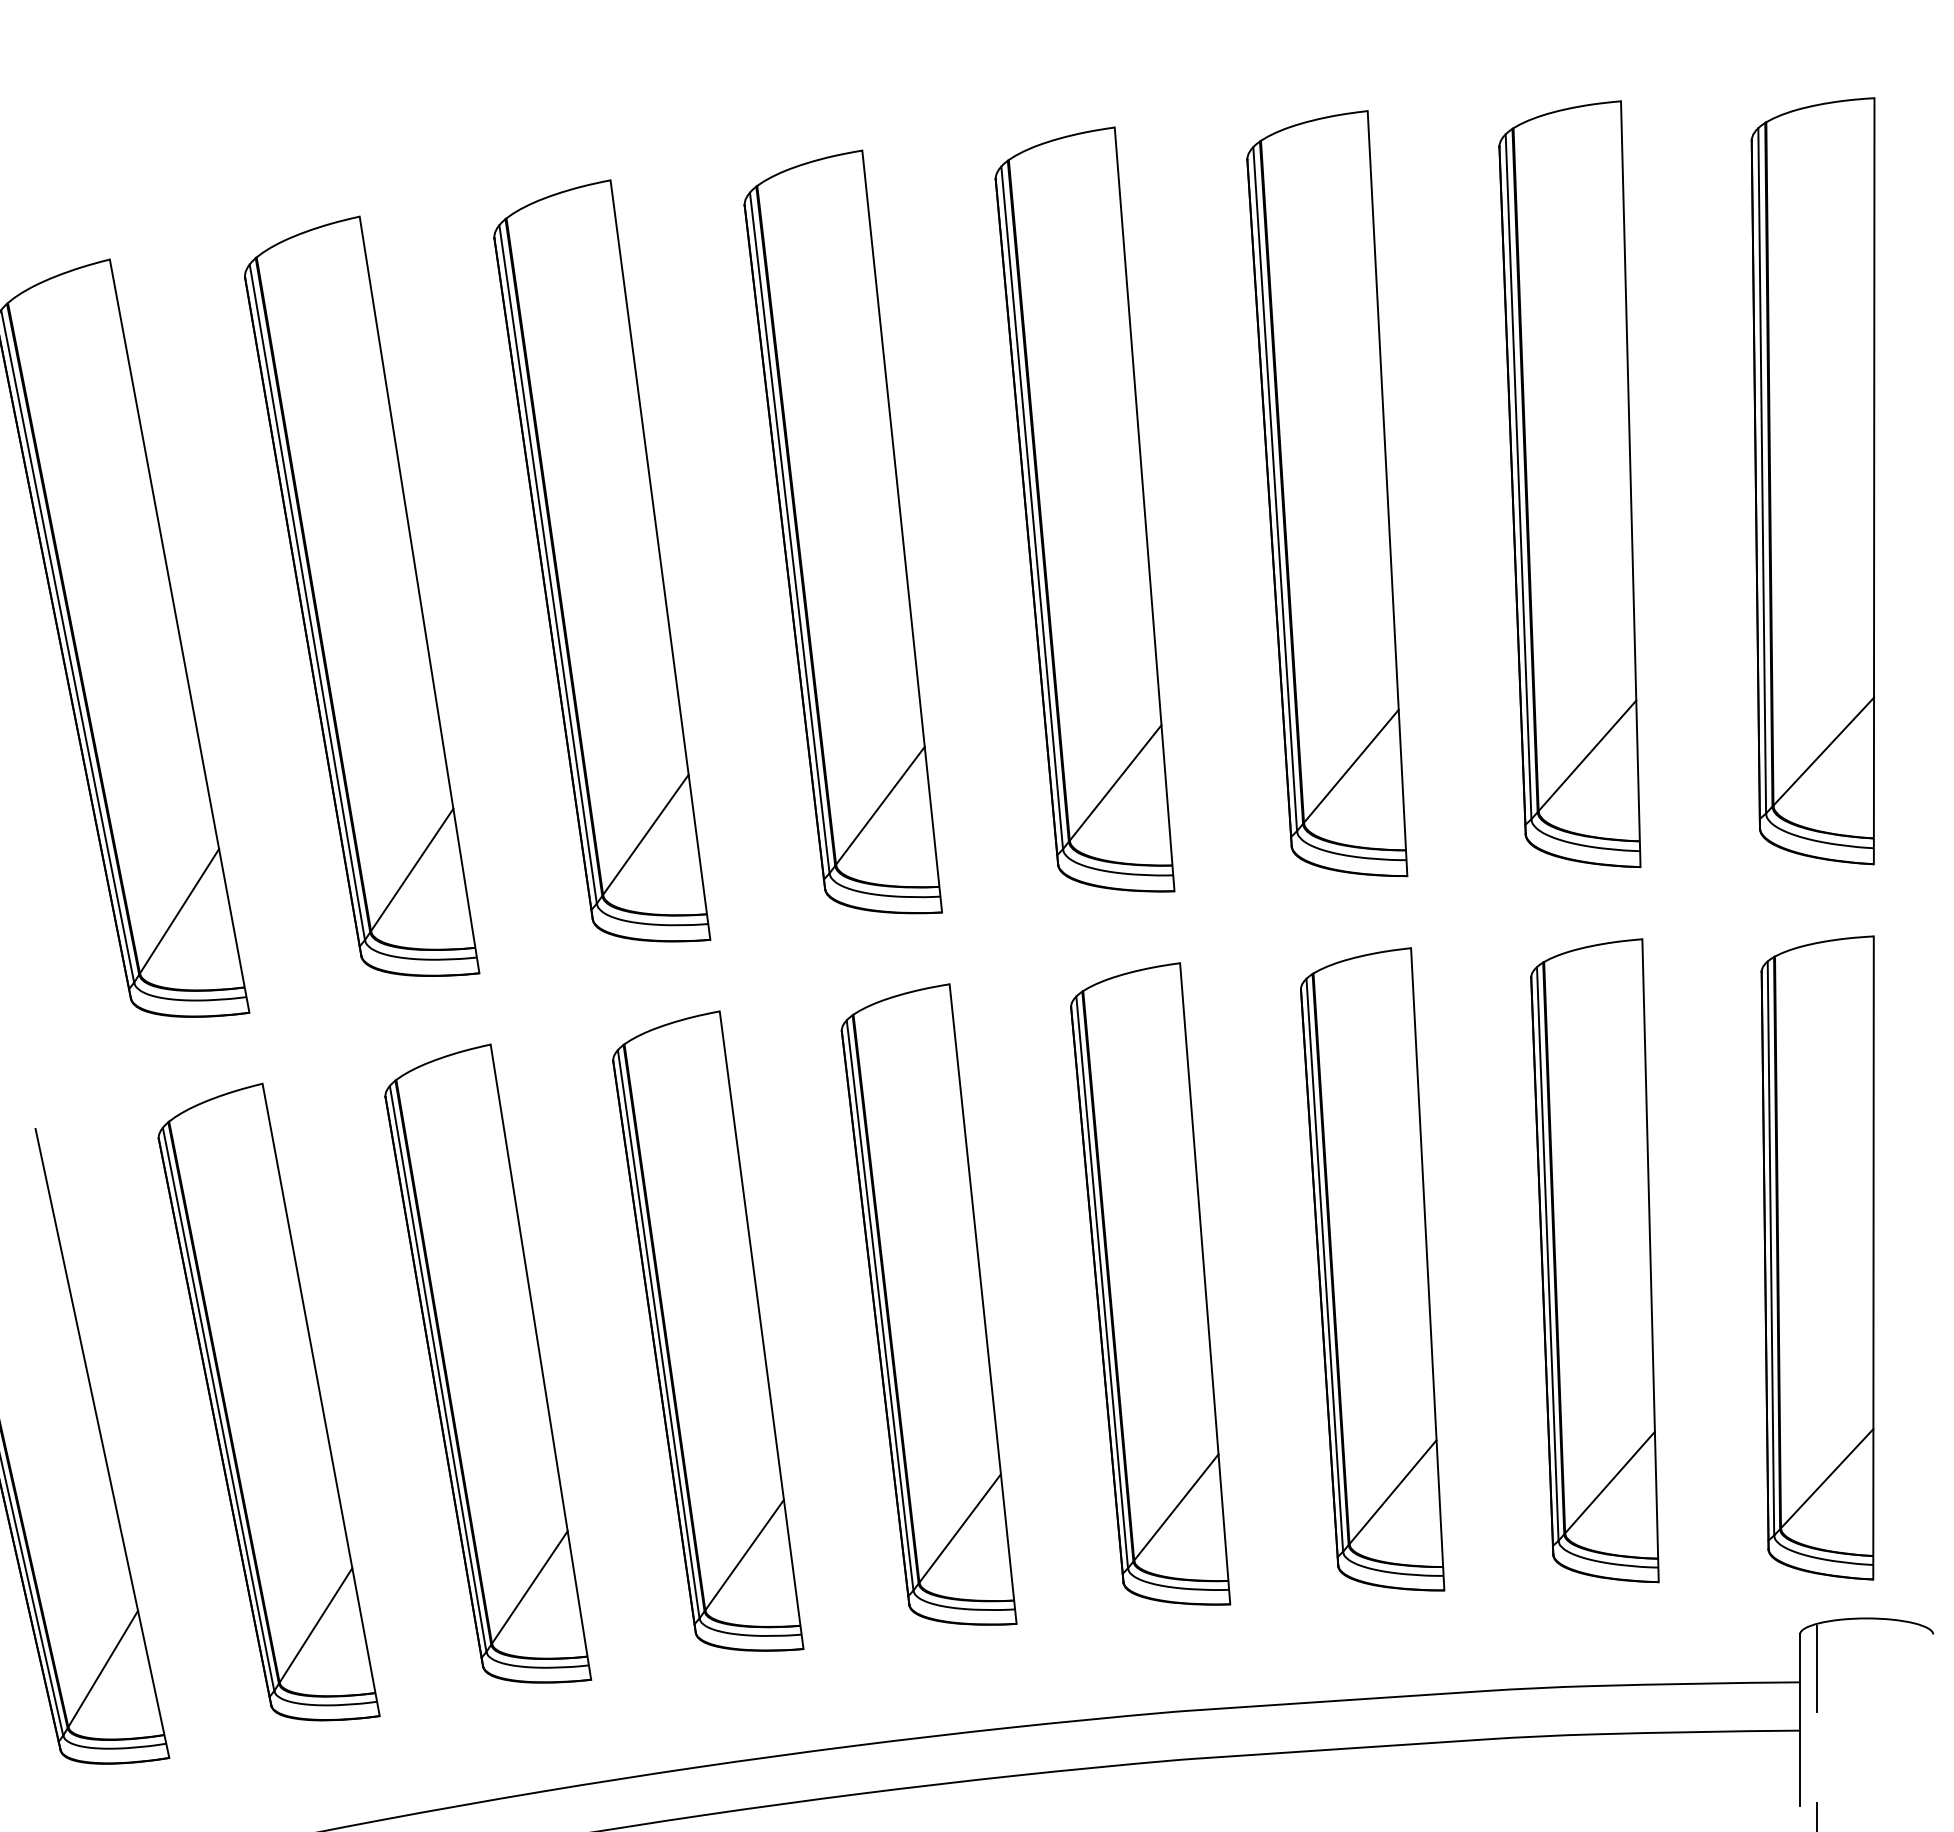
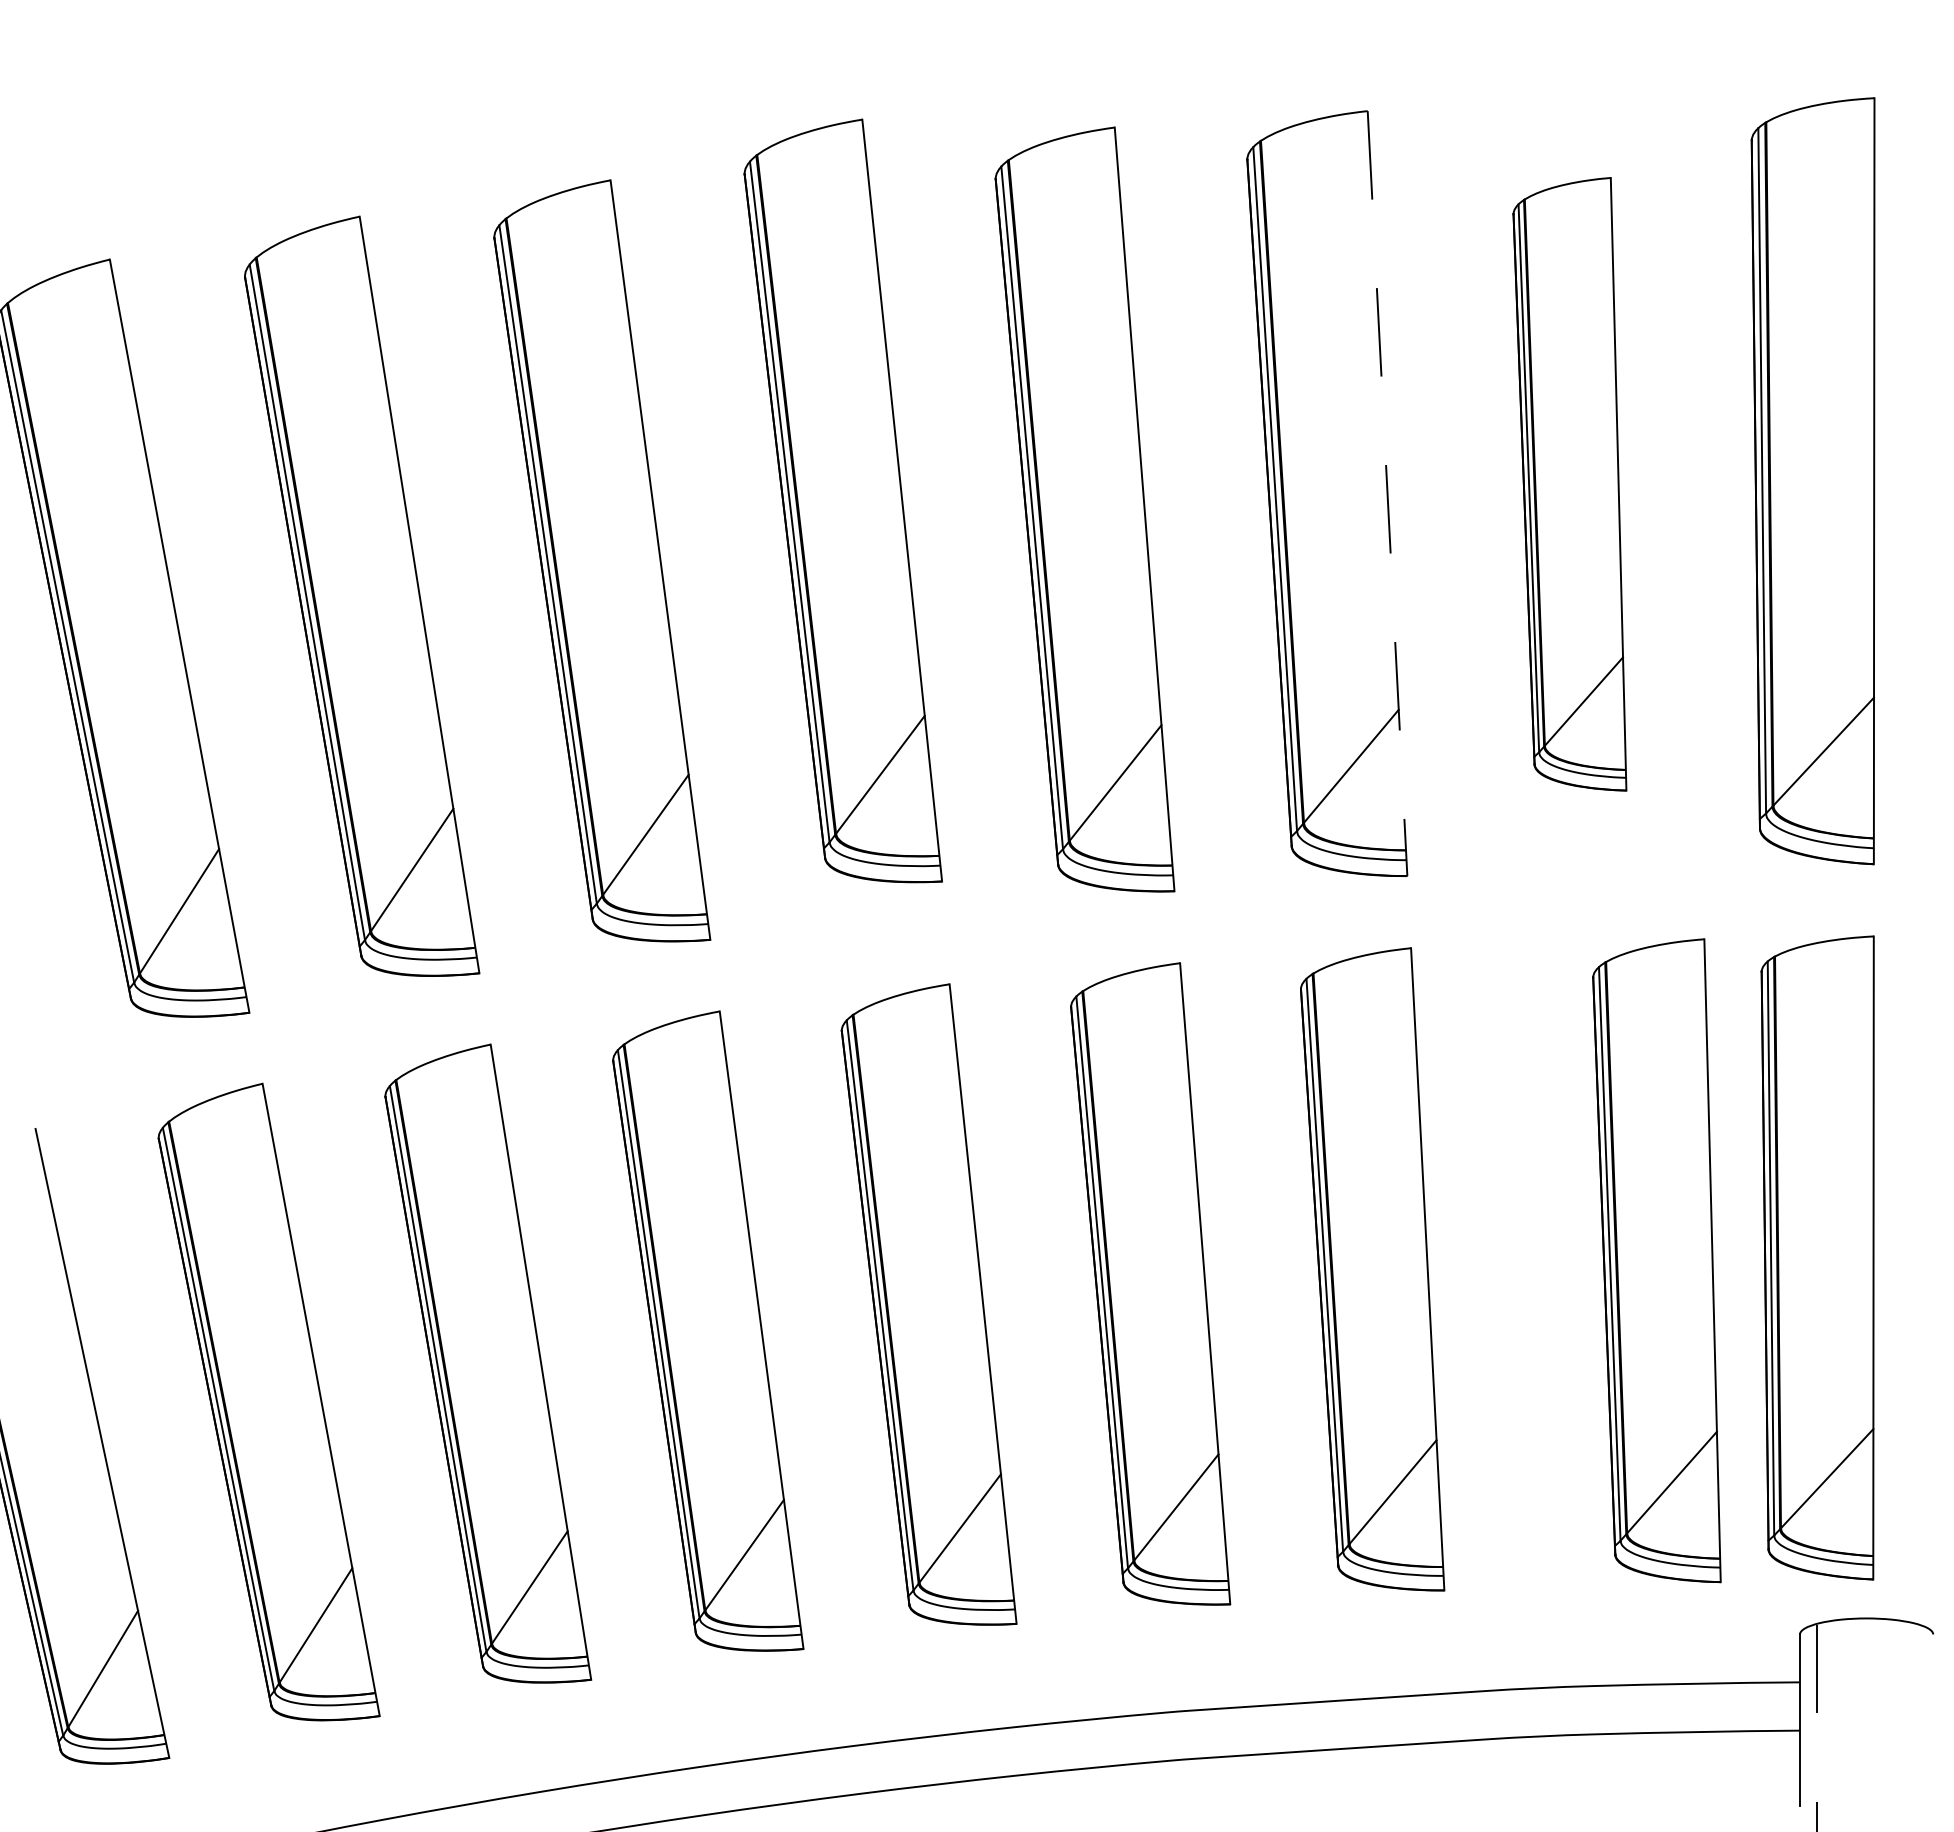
part at (1569, 484) size: 144x769 px -> 116x615 px
line at (1387, 494): solid -> dashed
part at (842, 531) position: (842, 531) -> (842, 500)
part at (1594, 1260) position: (1594, 1260) -> (1656, 1260)
